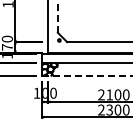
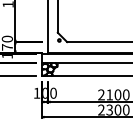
line at (57, 15): dashed -> solid
line at (88, 75): dashed -> solid
